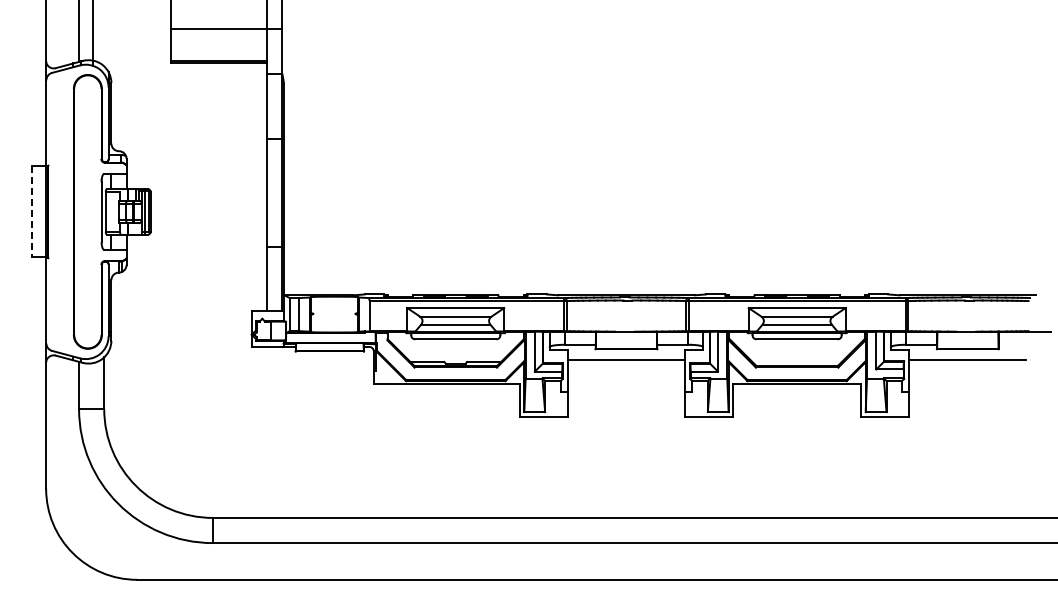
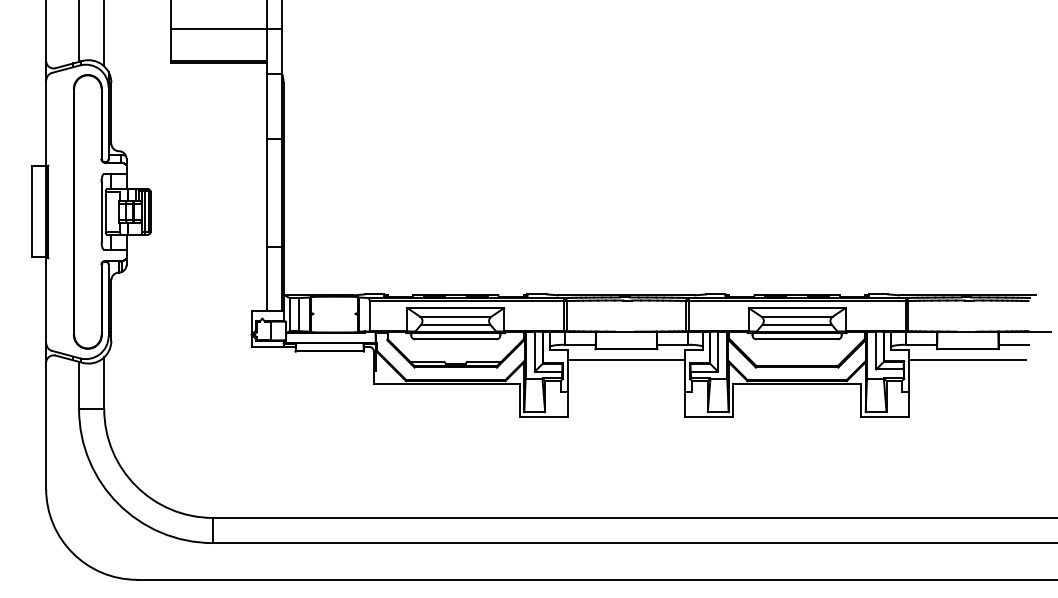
line at (93, 34) position: (93, 34) -> (104, 34)
line at (31, 211): dashed -> solid
line at (1013, 344): none -> present
